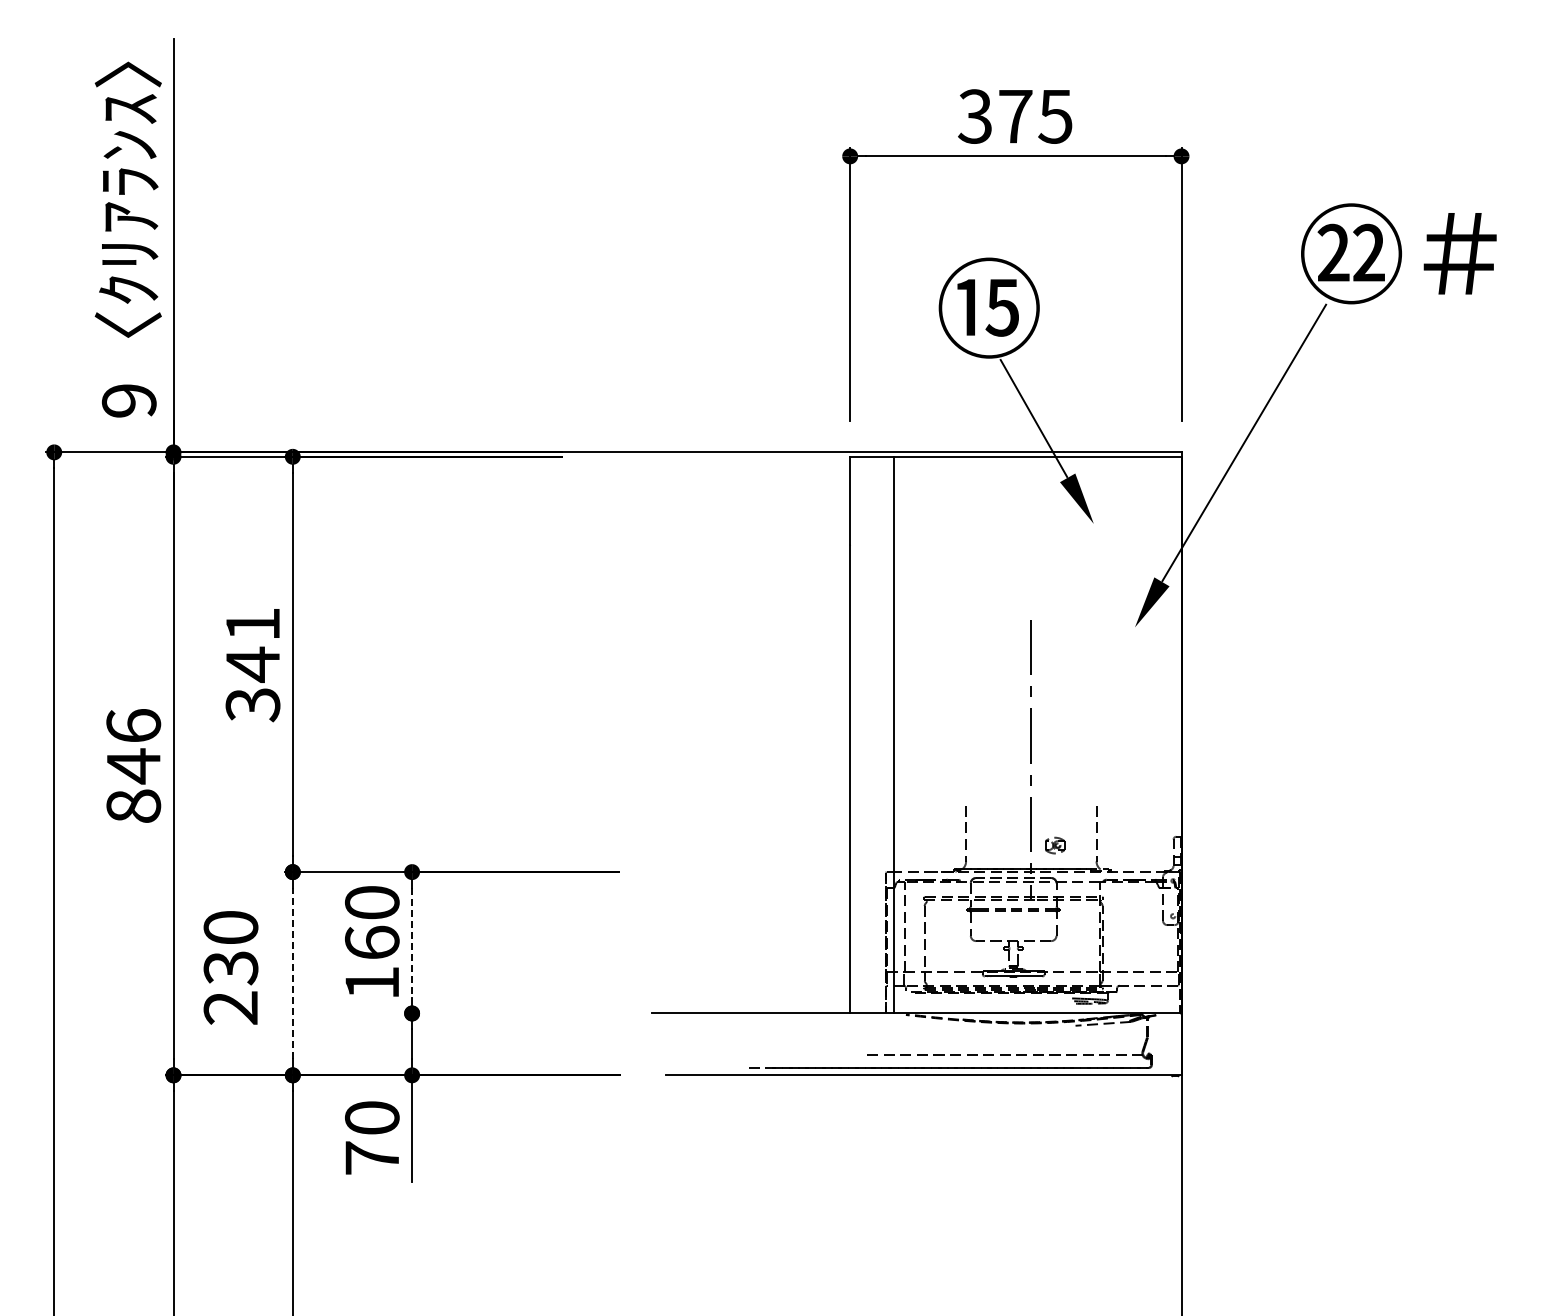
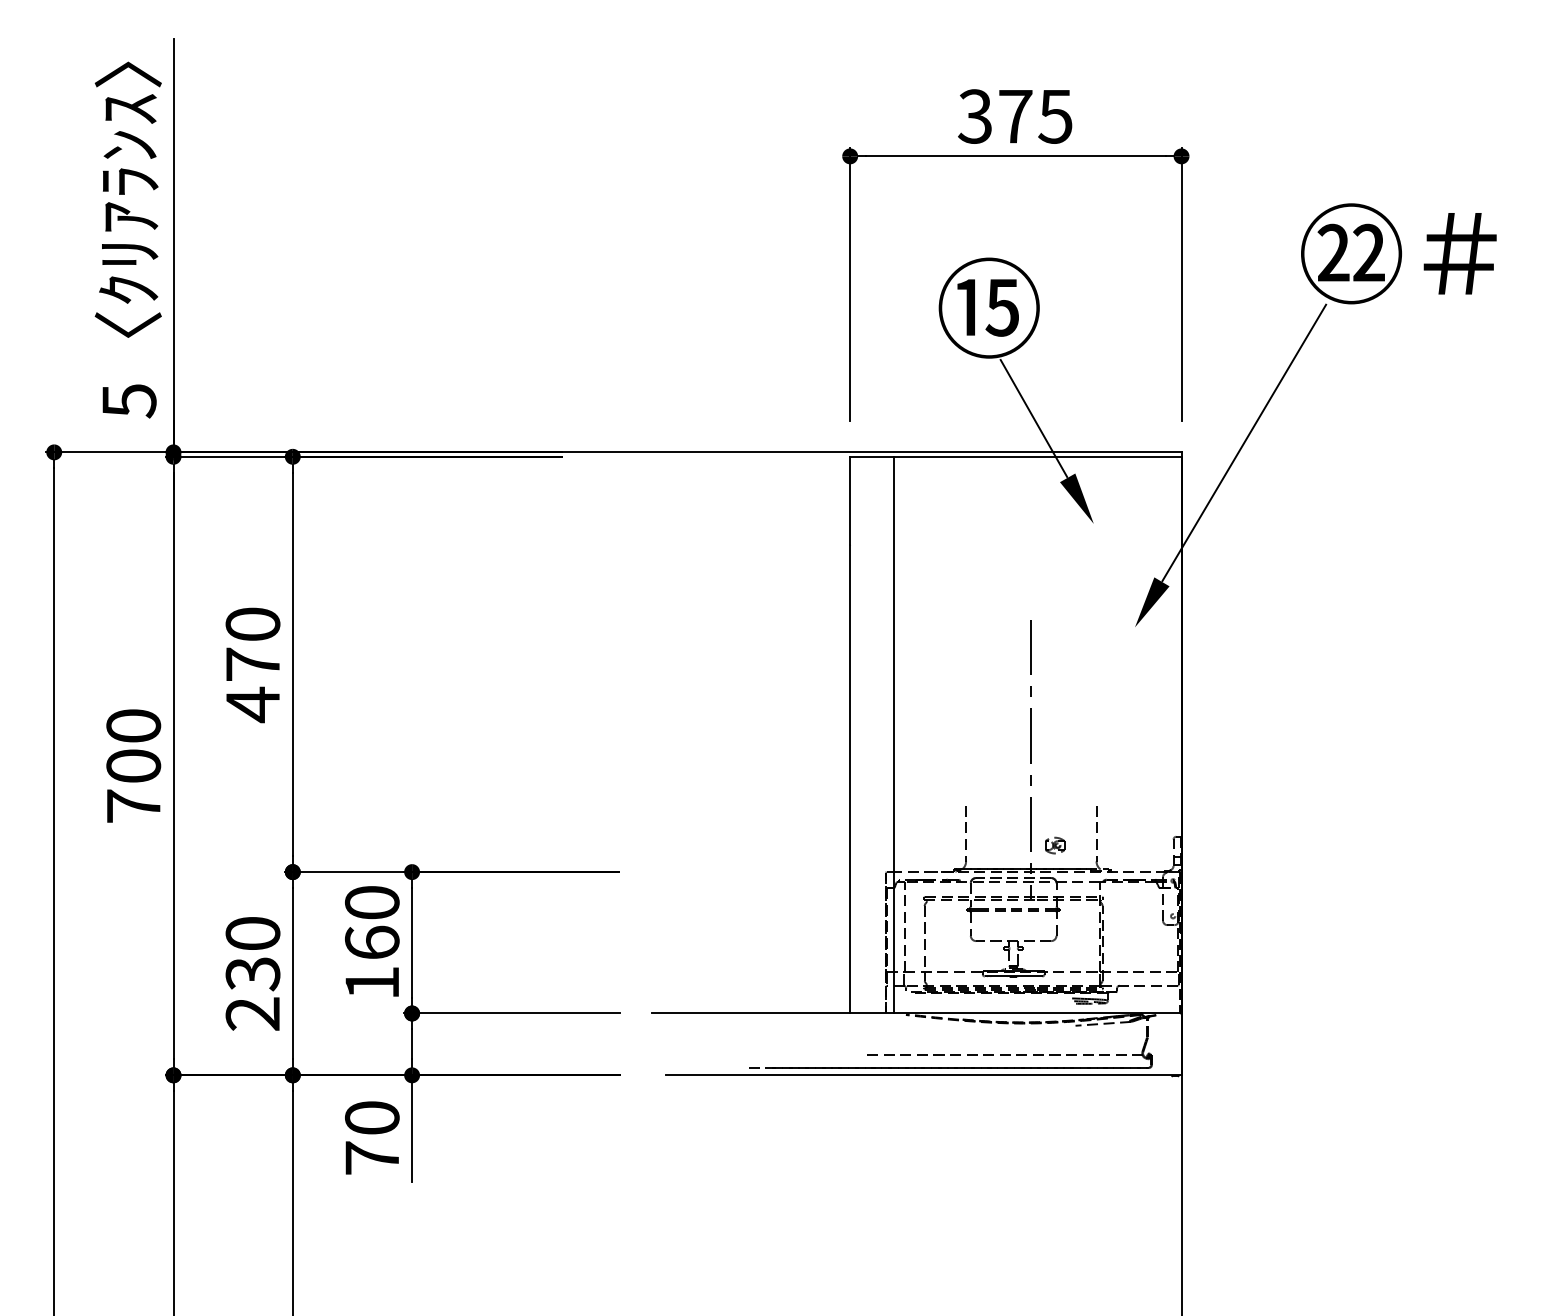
text at (128, 401): 9 -> 5
text at (252, 665): 341 -> 470
text at (133, 765): 846 -> 700
line at (412, 942): dashed -> solid
text at (230, 967) position: (230, 967) -> (252, 973)
line at (292, 973): dashed -> solid
line at (511, 1013): none -> present
